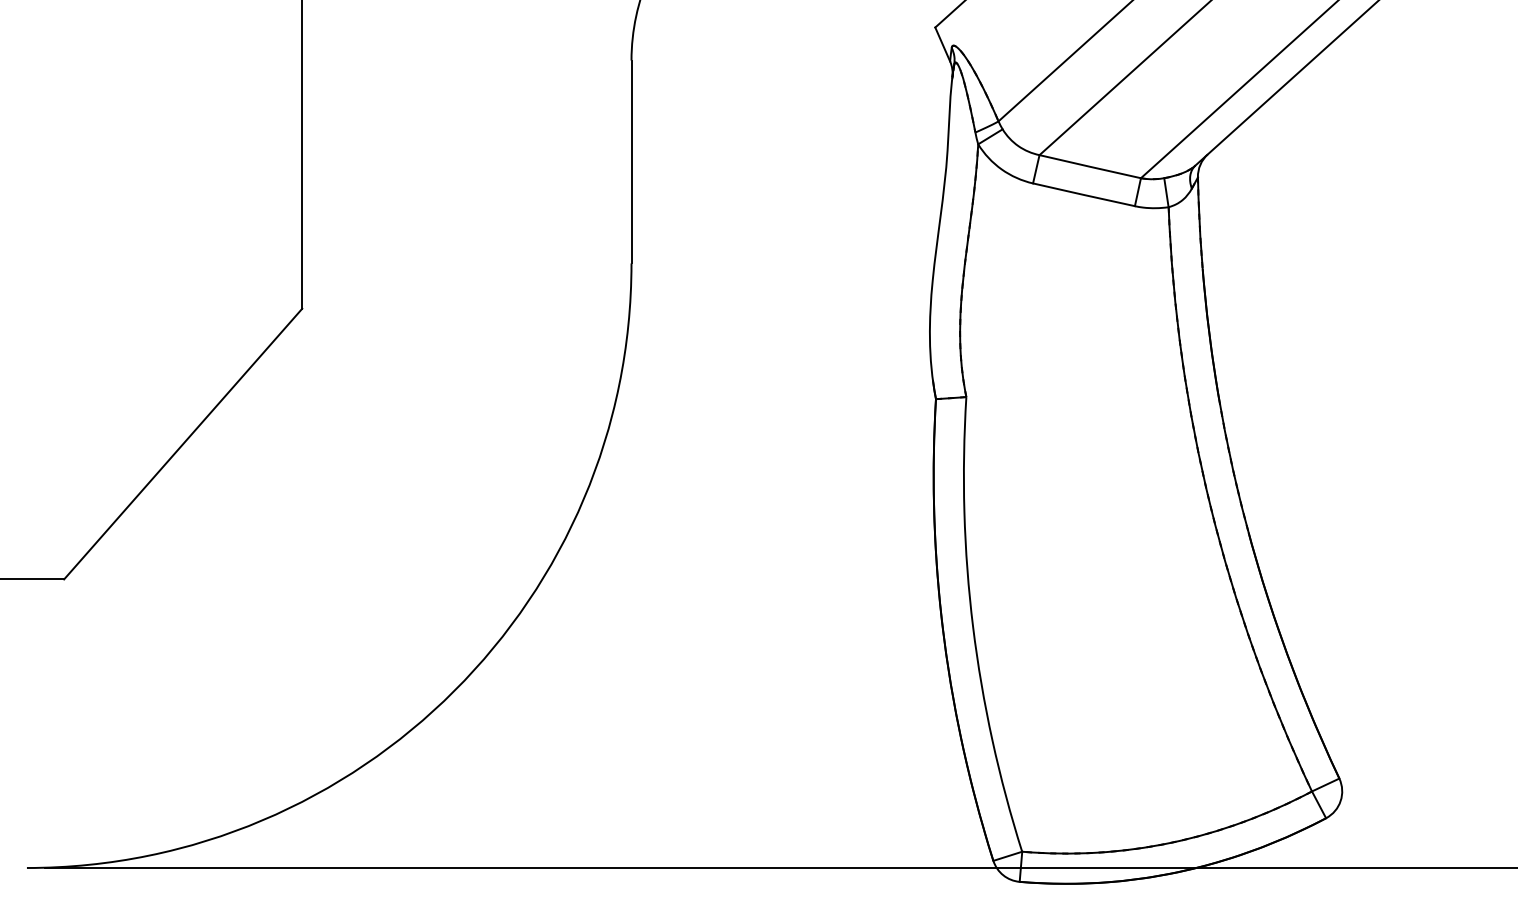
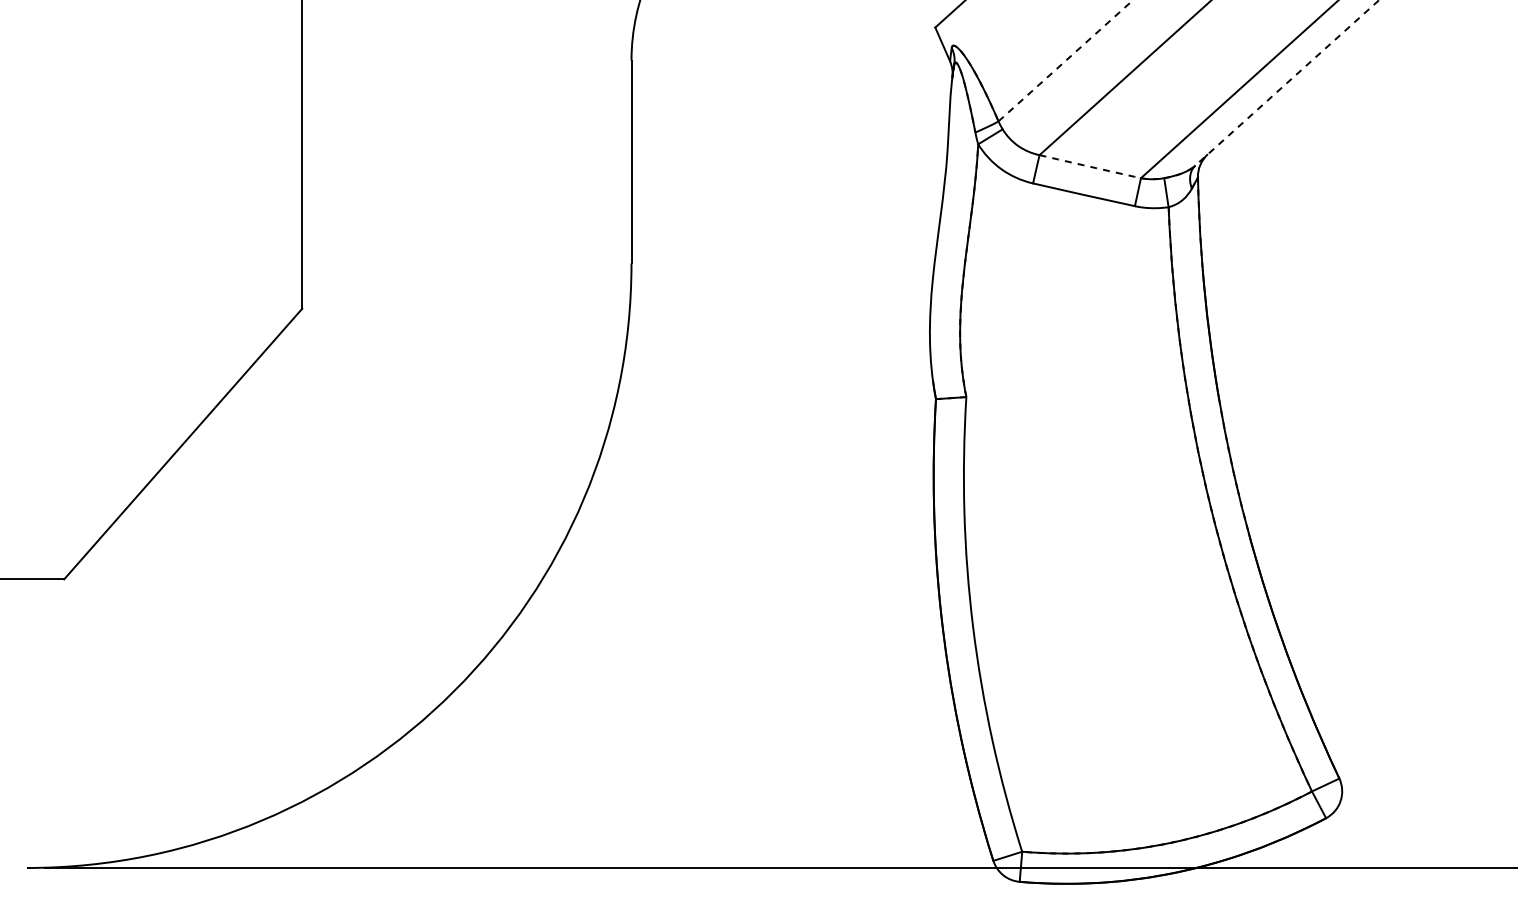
line at (1066, 60): solid -> dashed
line at (1286, 83): solid -> dashed
arc at (1090, 166): solid -> dashed
